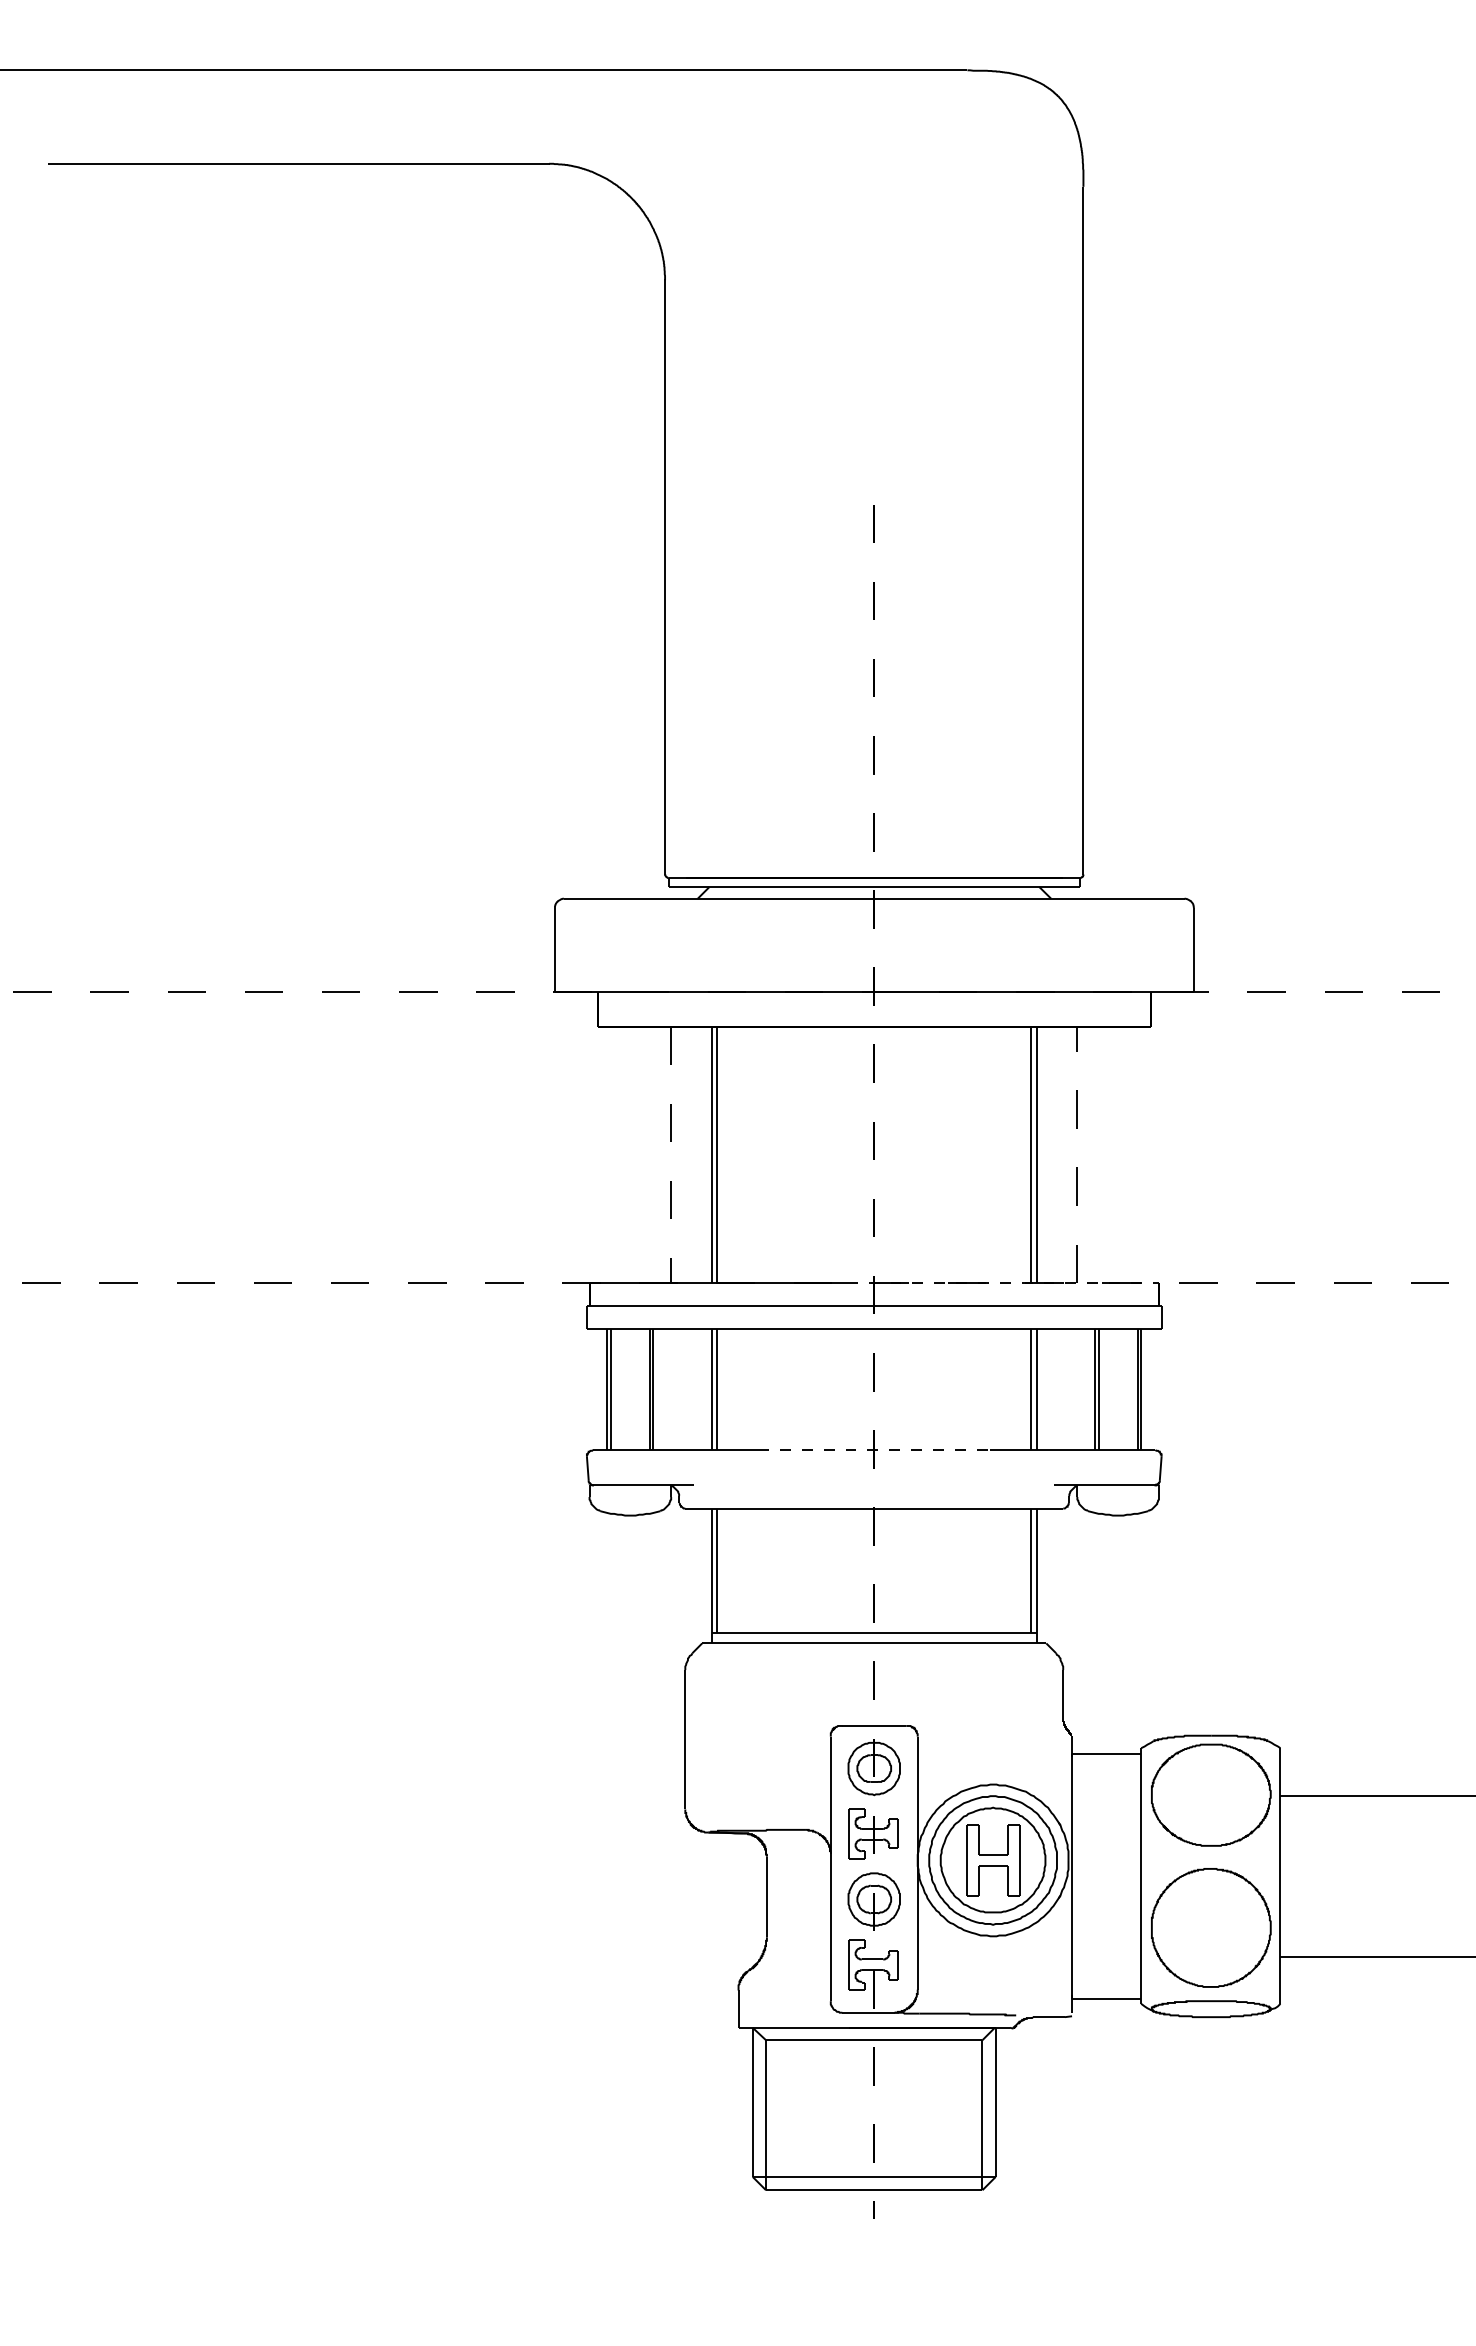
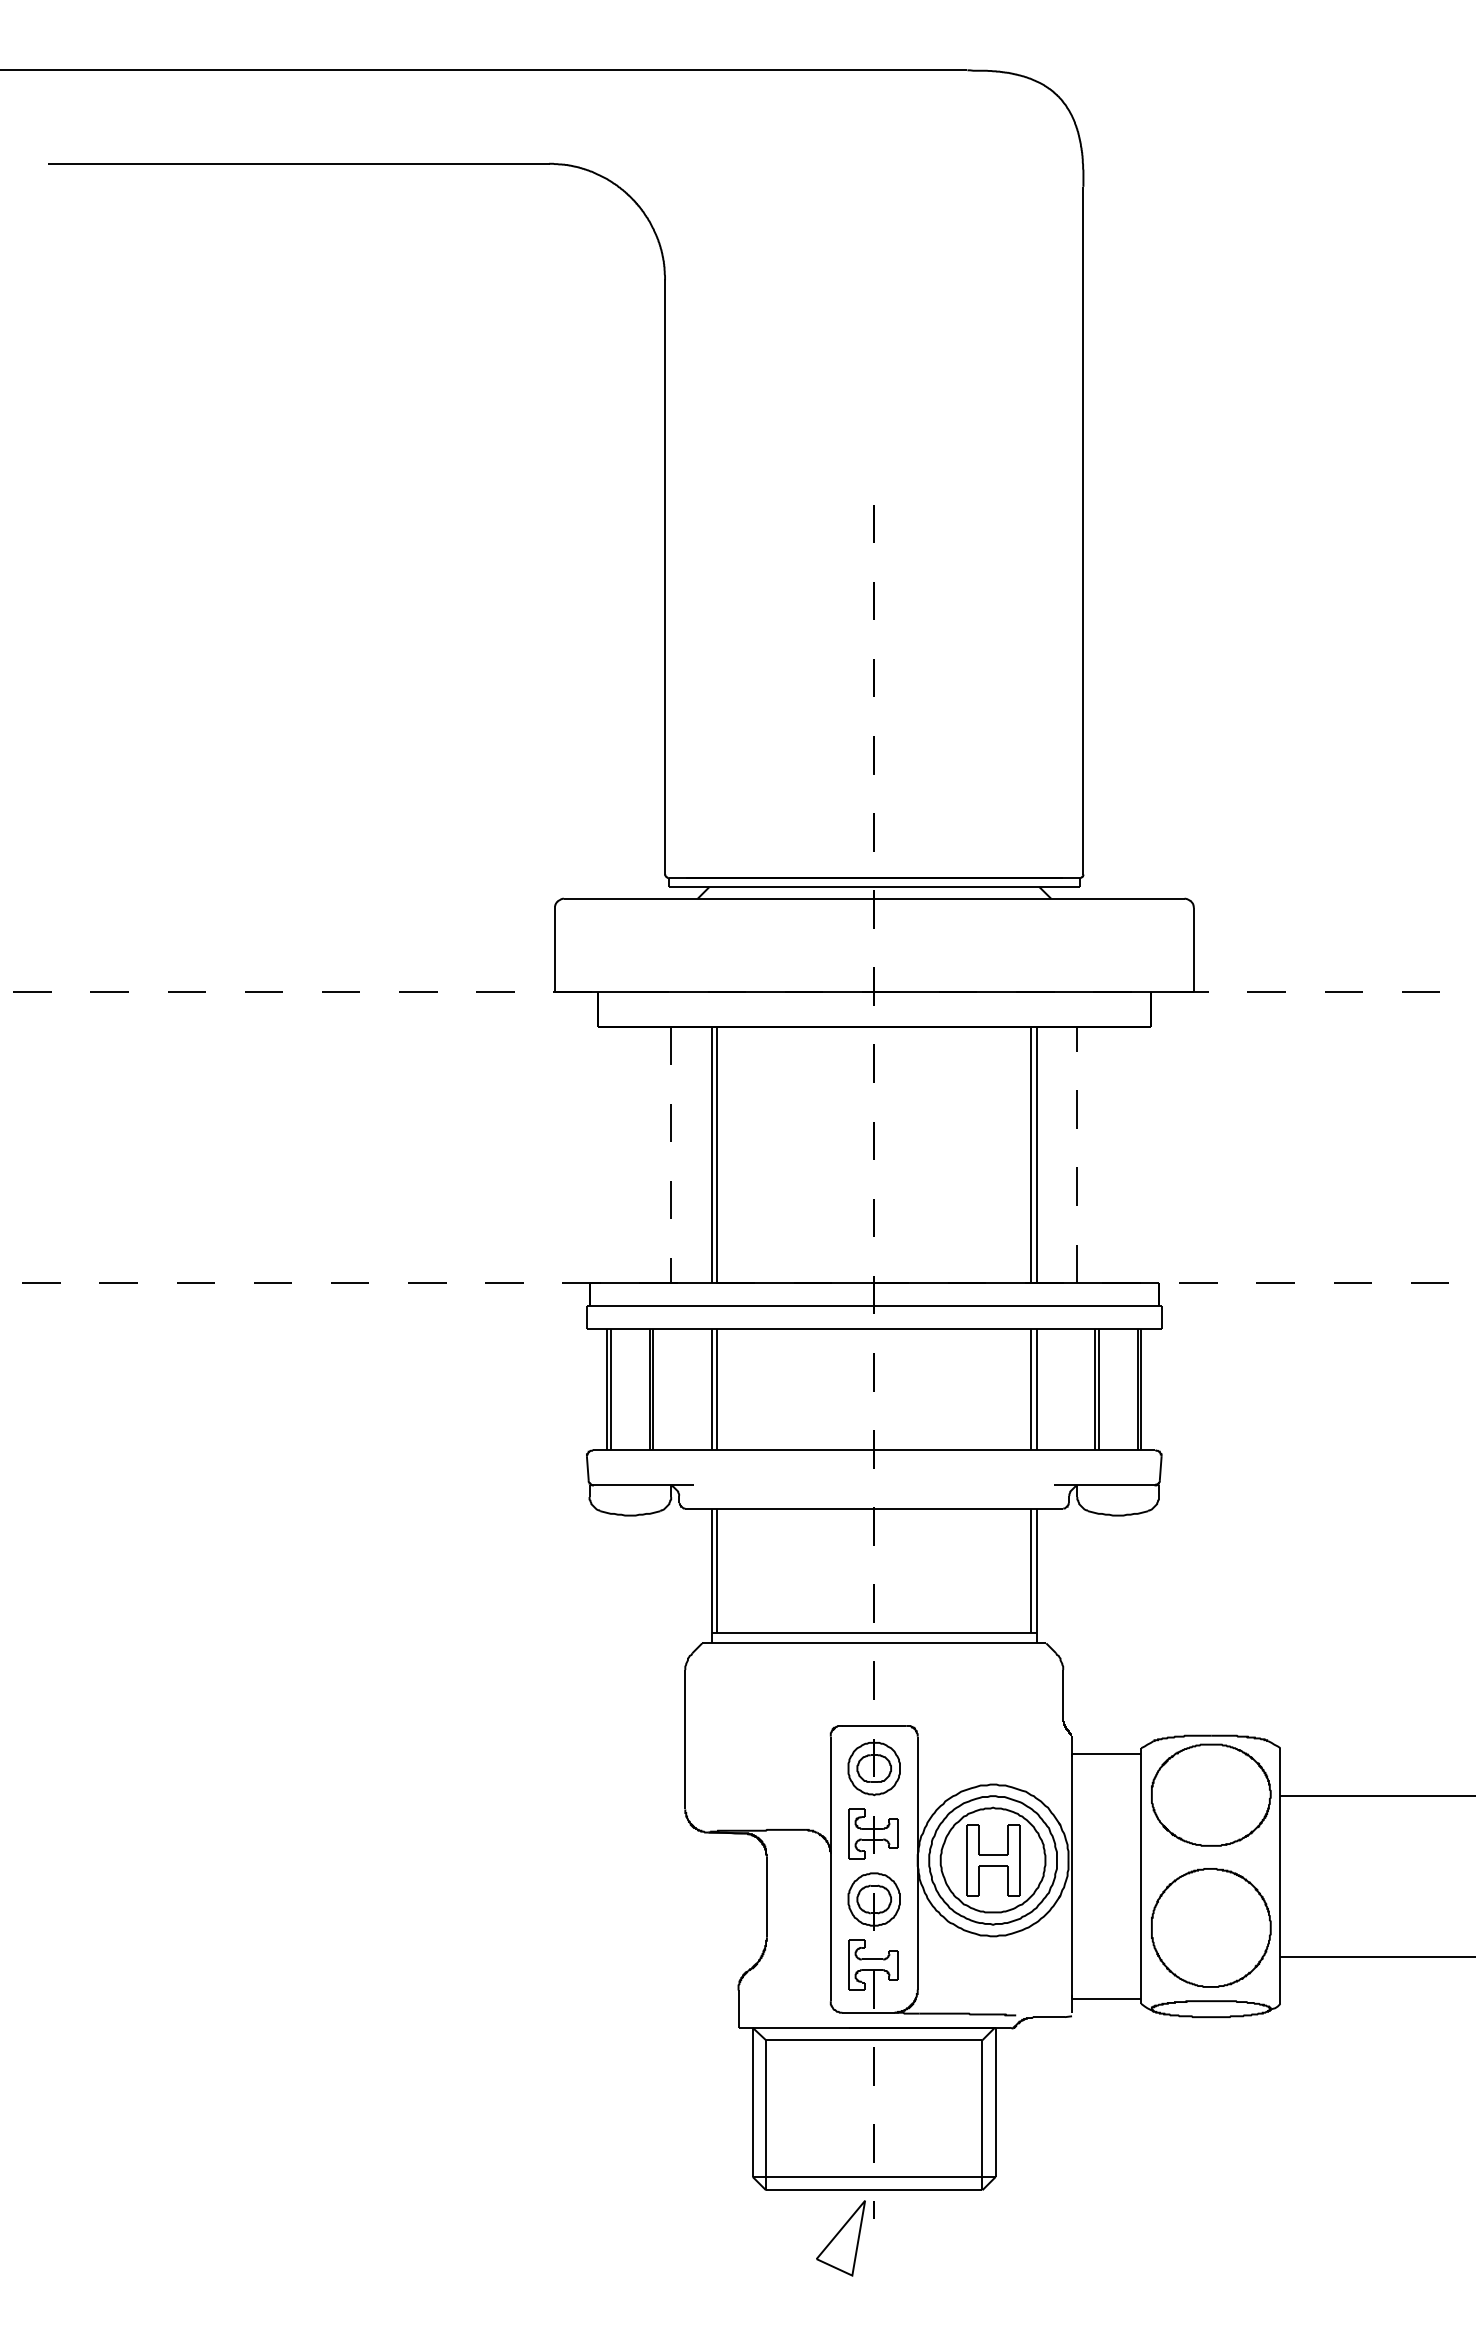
line at (1003, 1283): dashed -> solid
line at (874, 1449): dashed -> solid
part at (840, 2238): none -> present
